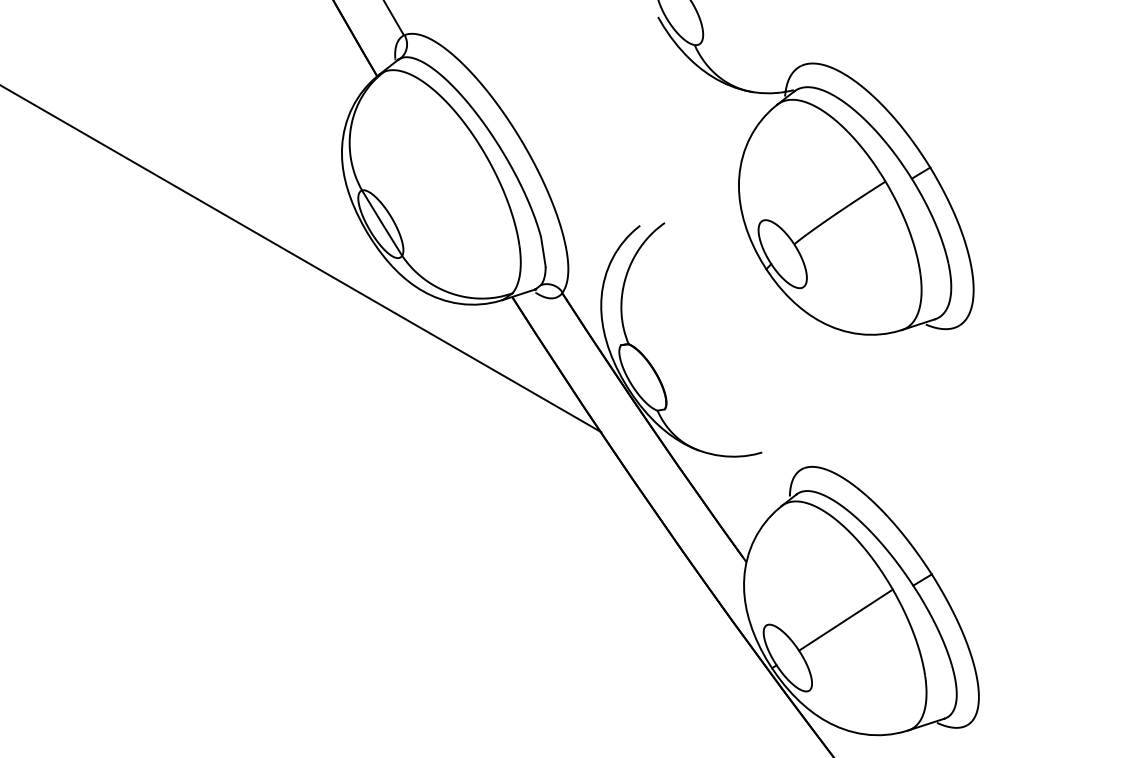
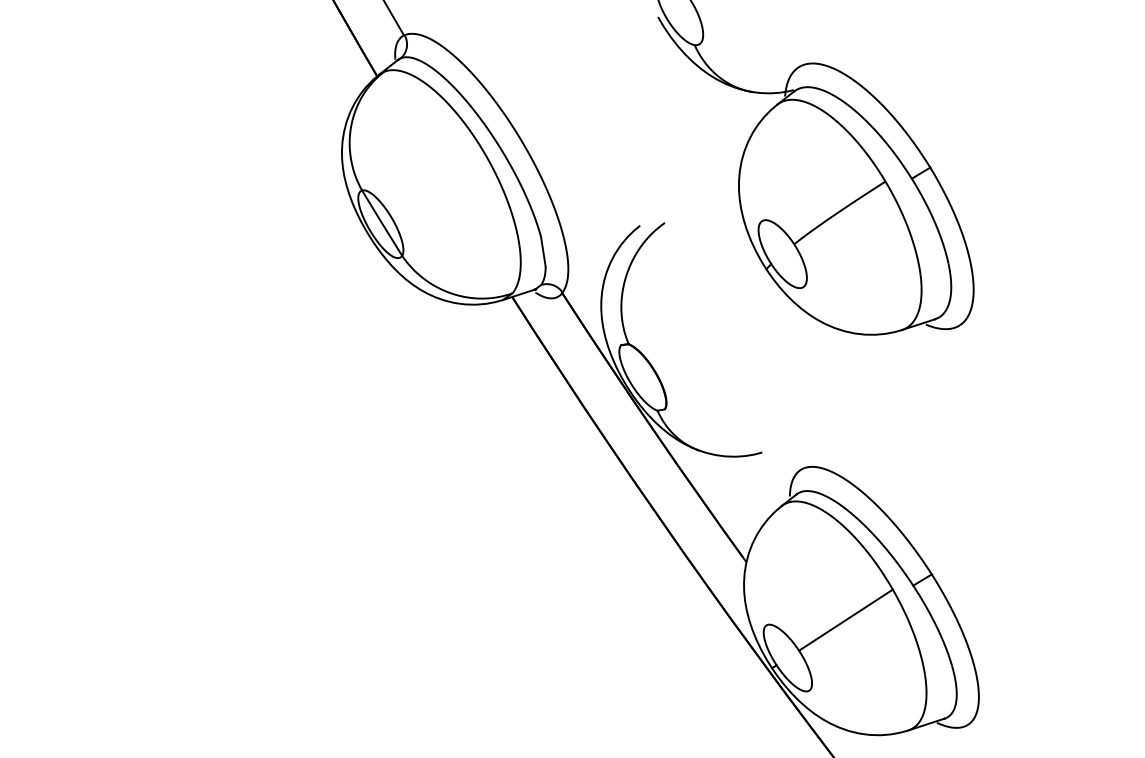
line at (301, 259): present -> none
